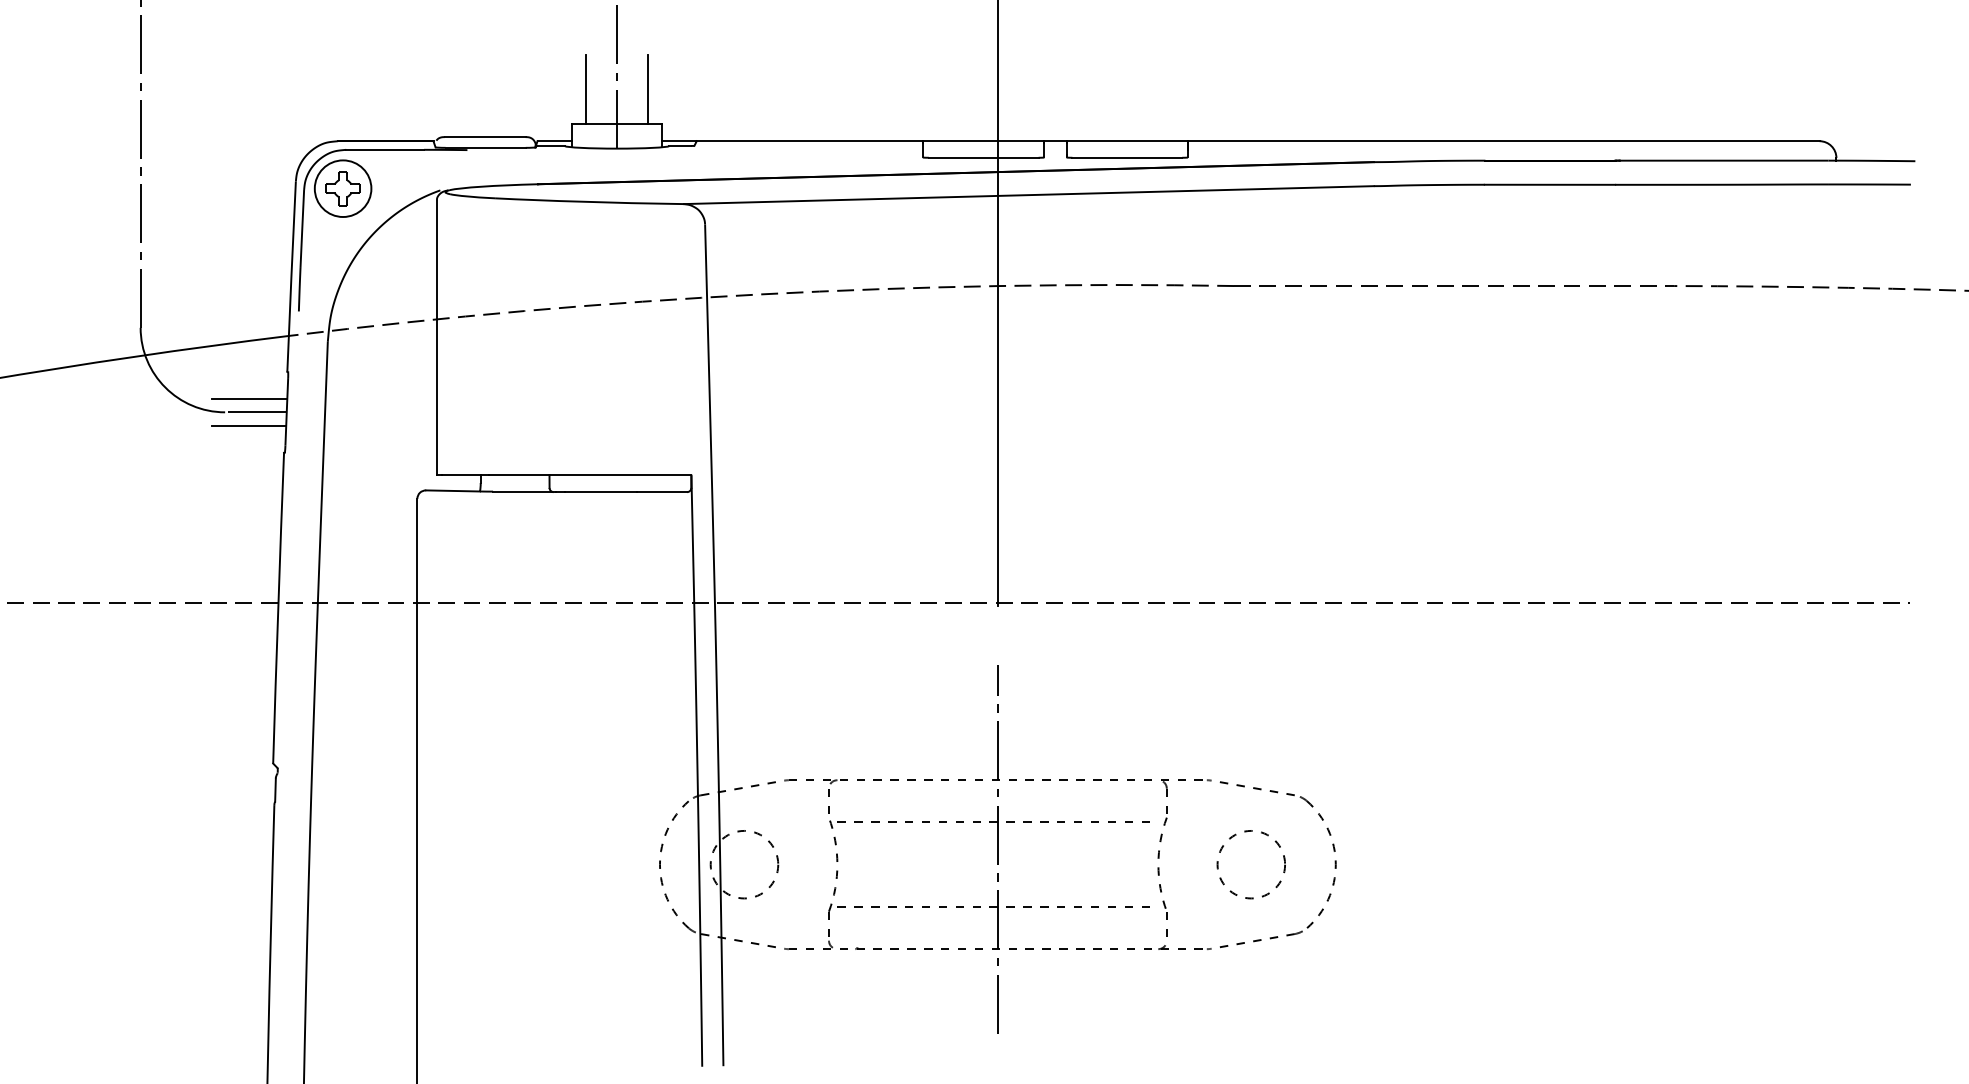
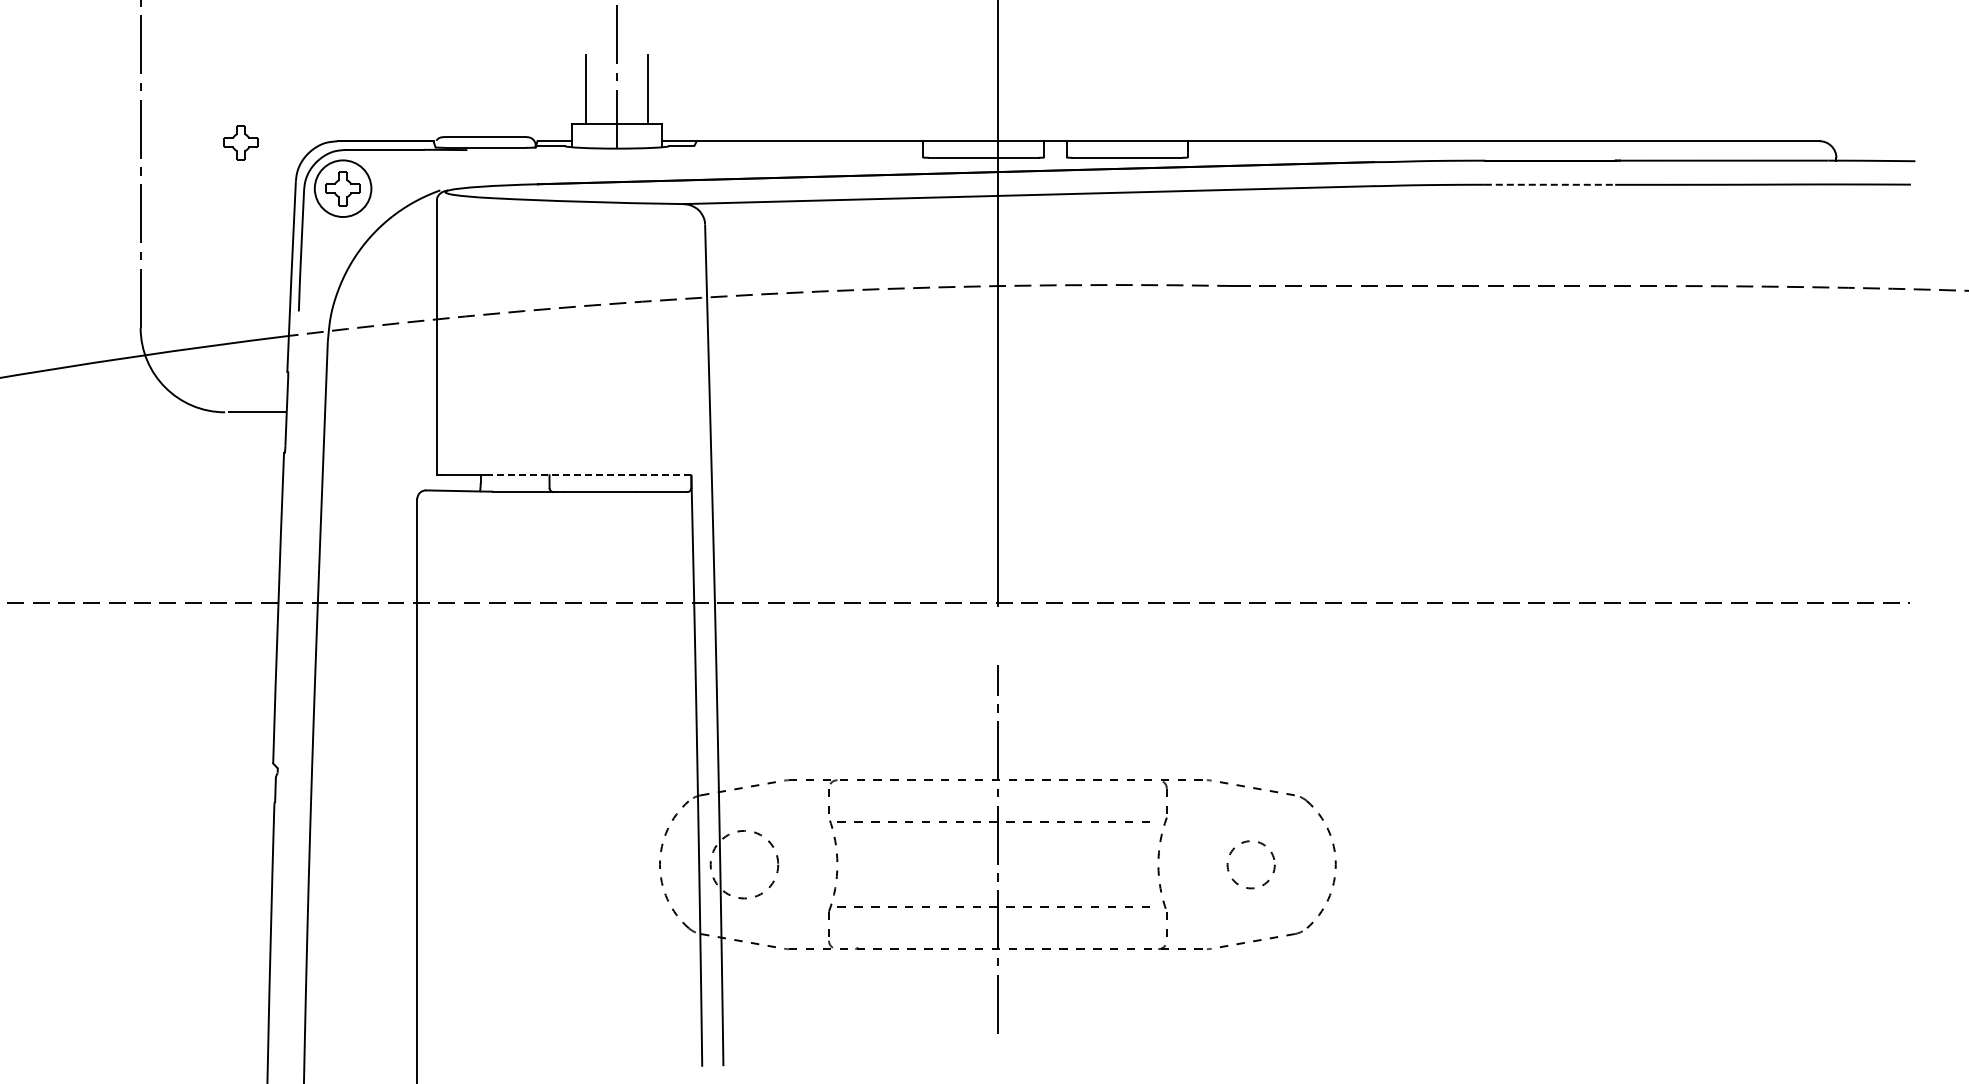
part at (240, 142): none -> present
line at (1550, 184): solid -> dashed
line at (249, 398): present -> none
line at (249, 425): present -> none
line at (589, 475): solid -> dashed
circle at (1250, 864) size: 70x70 px -> 50x50 px
